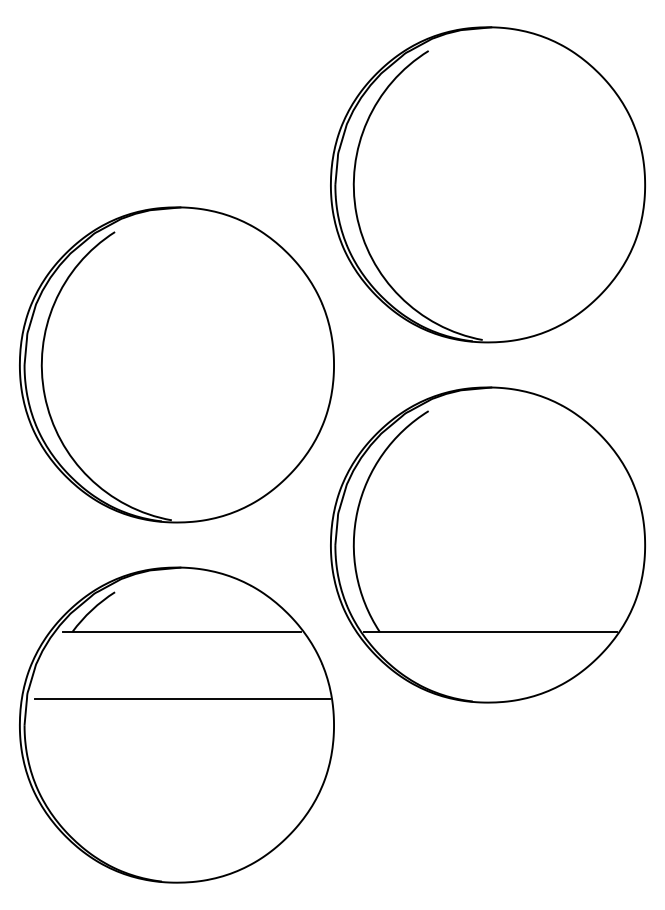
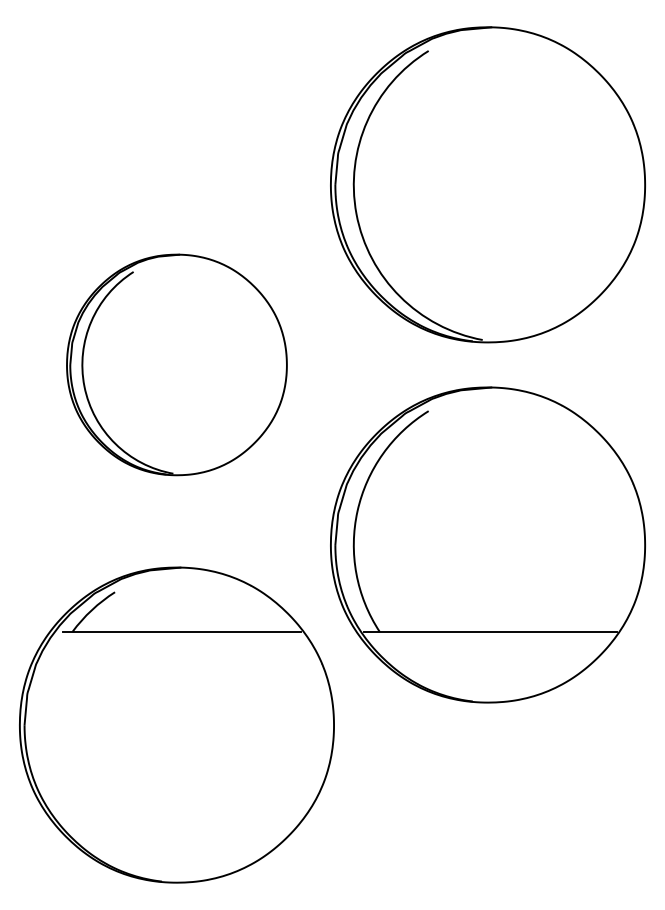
part at (176, 364) size: 316x318 px -> 222x224 px
line at (182, 699): present -> none
